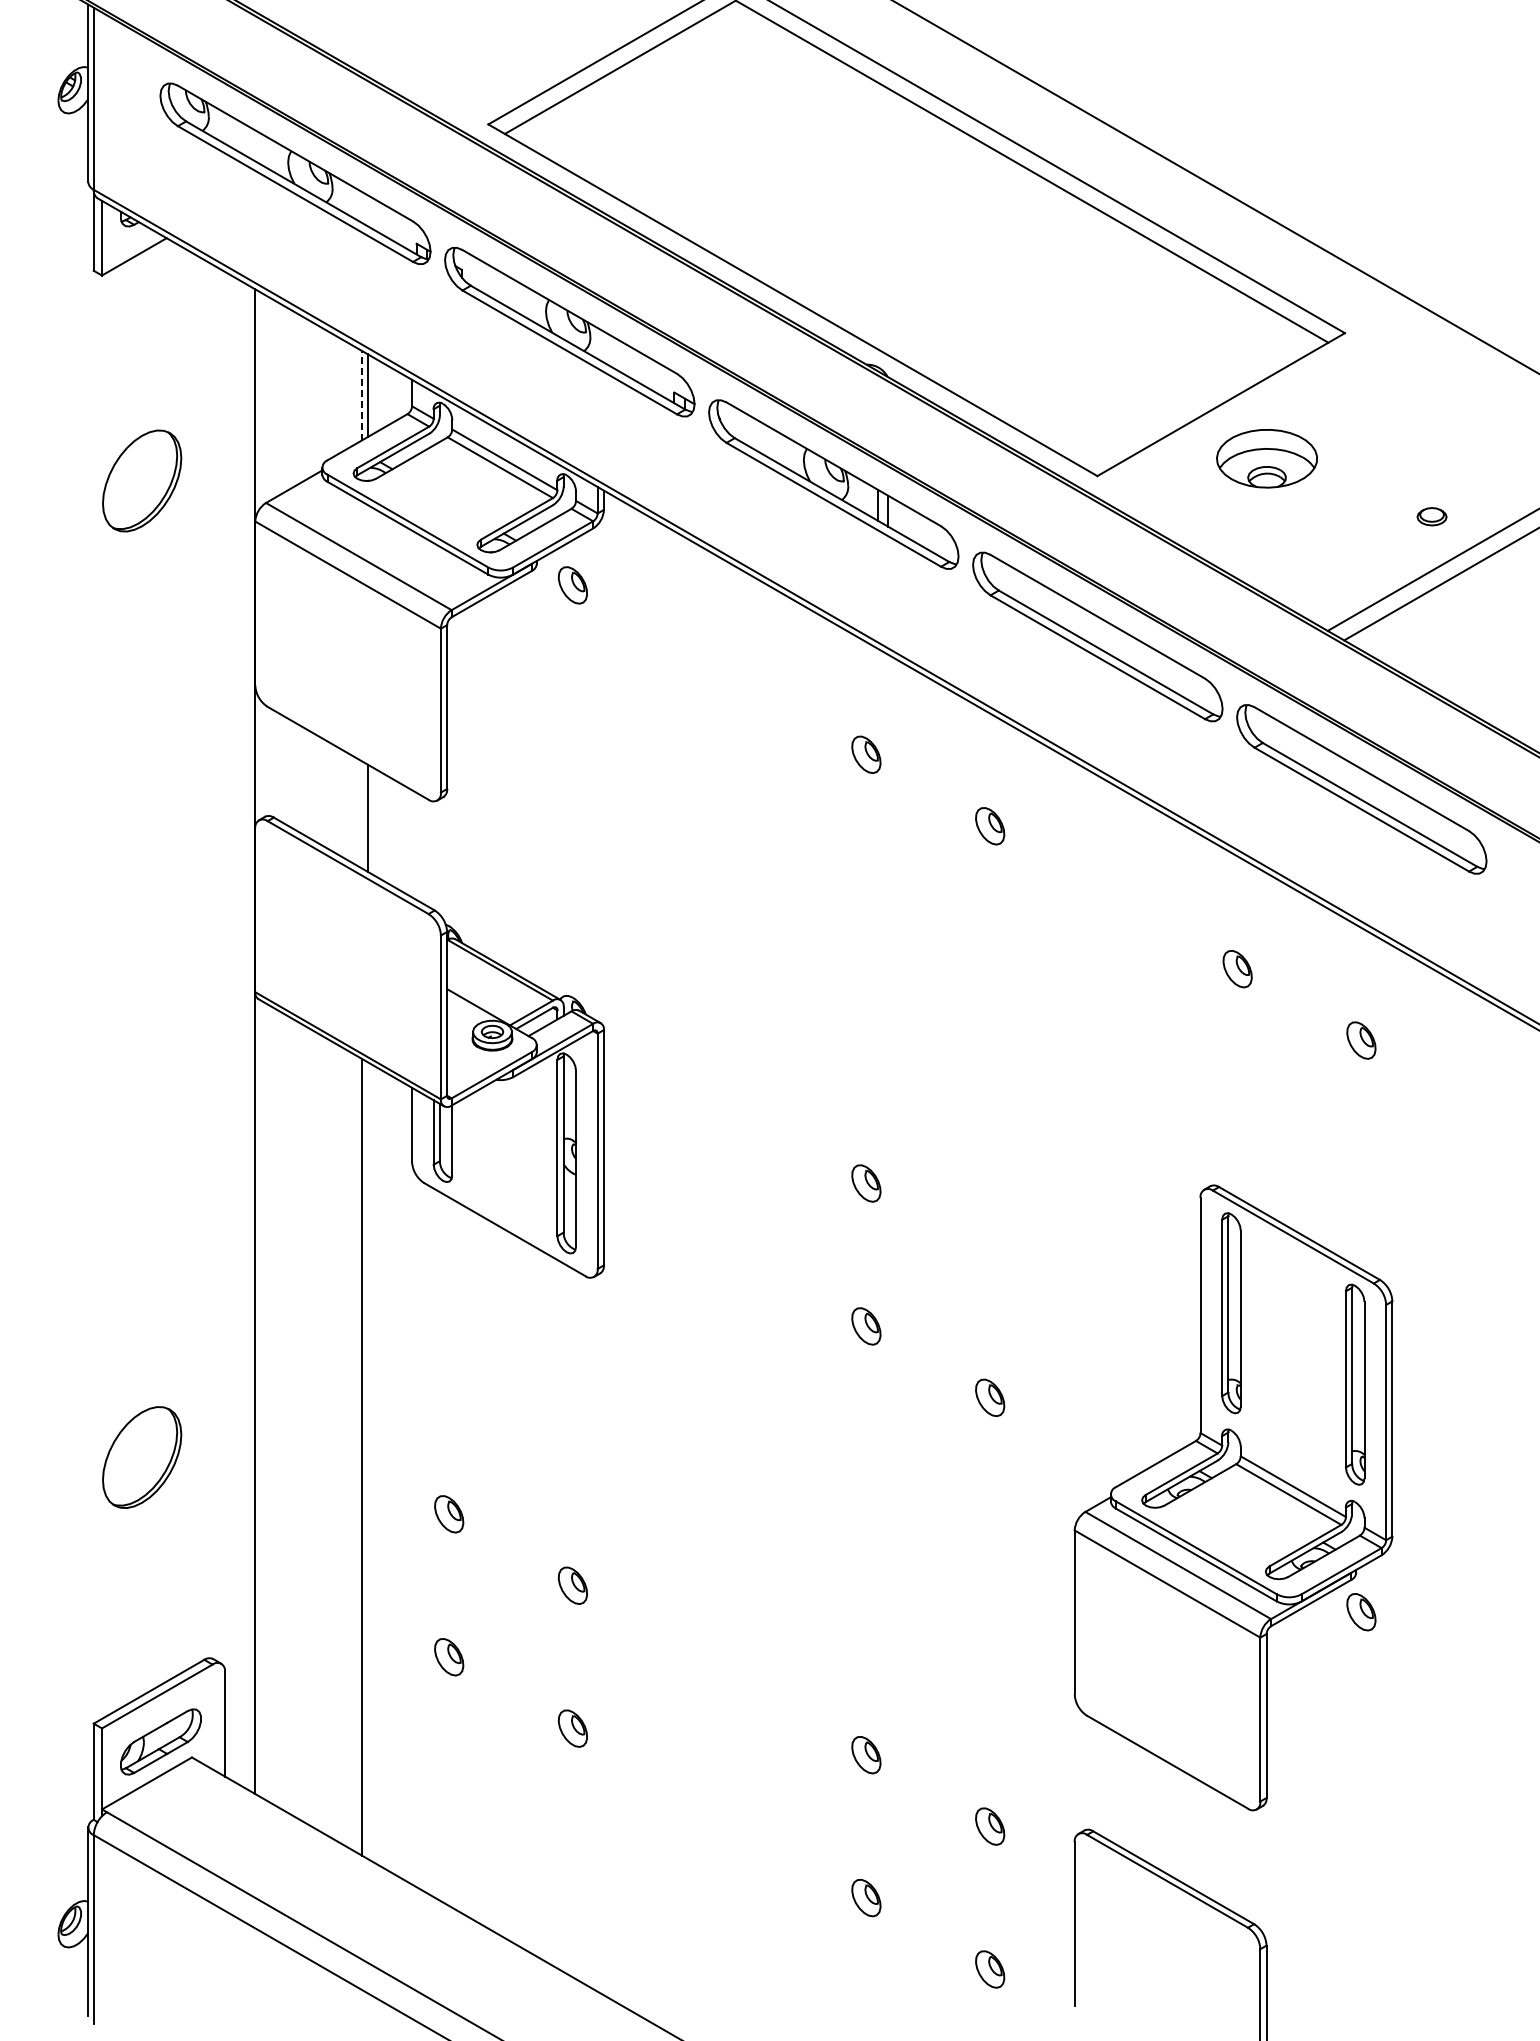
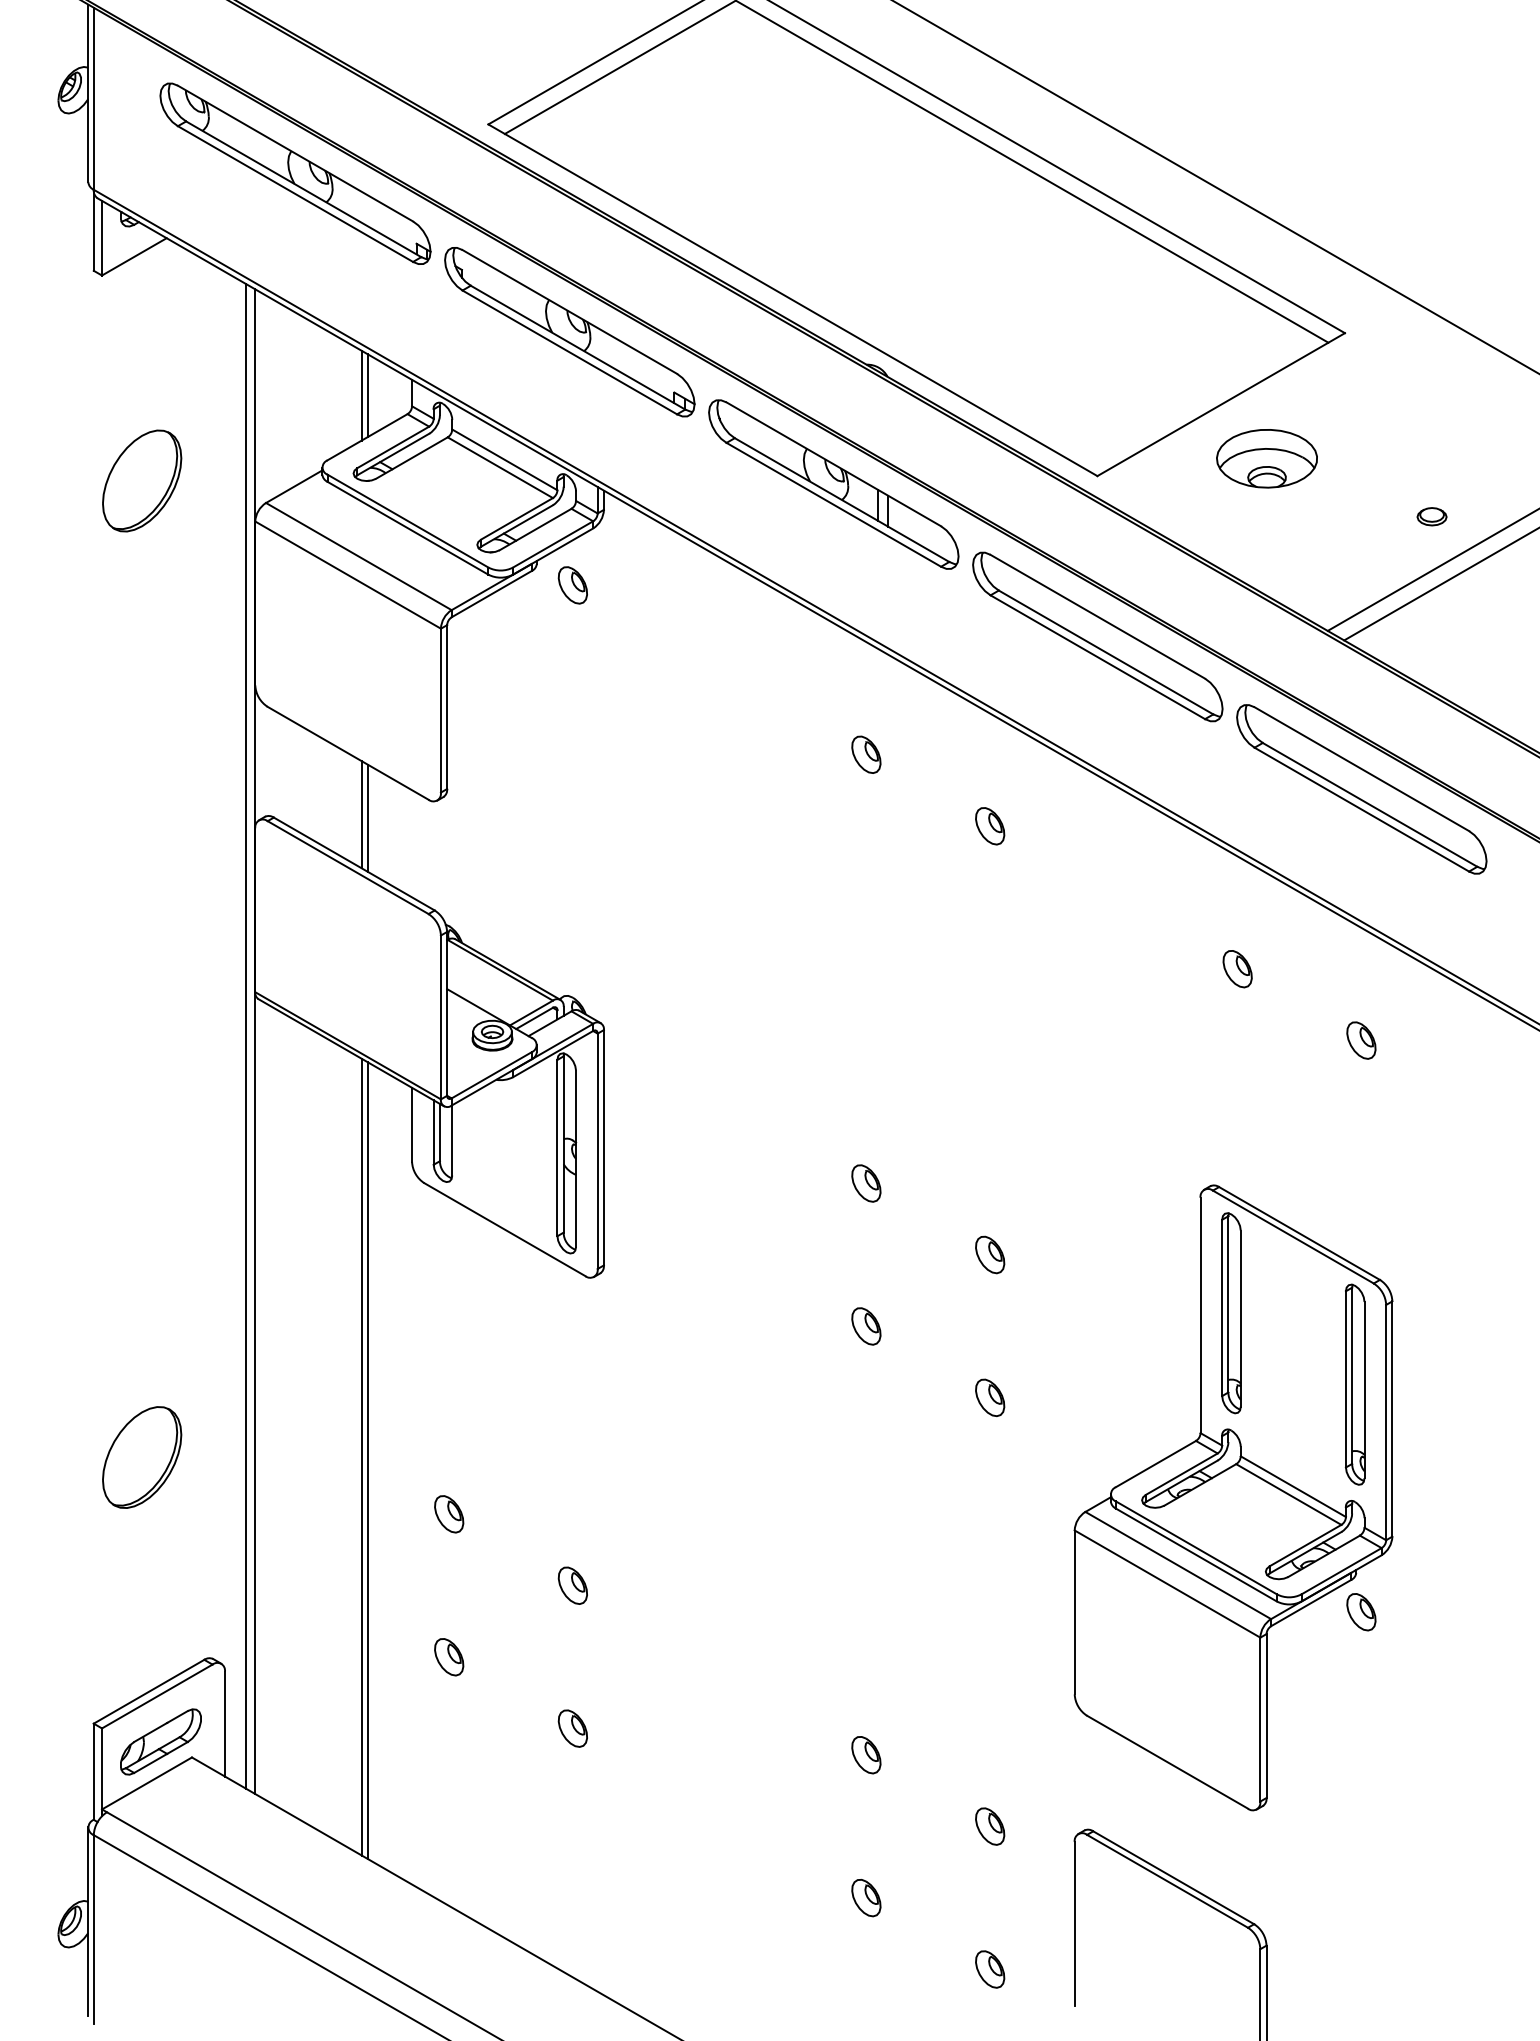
line at (361, 395): dashed -> solid
line at (361, 814): none -> present
line at (246, 1036): none -> present
part at (990, 1254): none -> present
line at (368, 1460): none -> present
